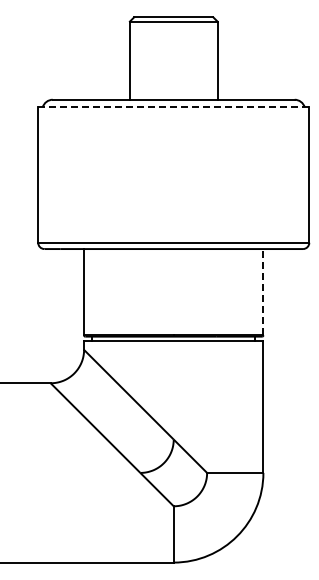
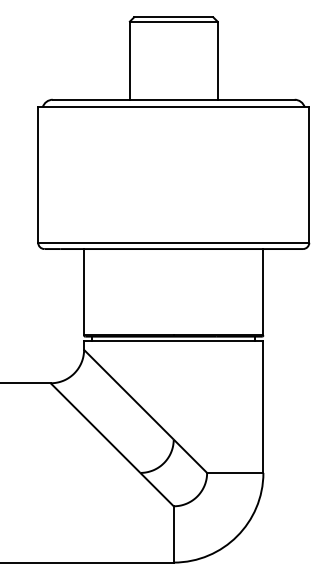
line at (173, 107): dashed -> solid
line at (263, 291): dashed -> solid
